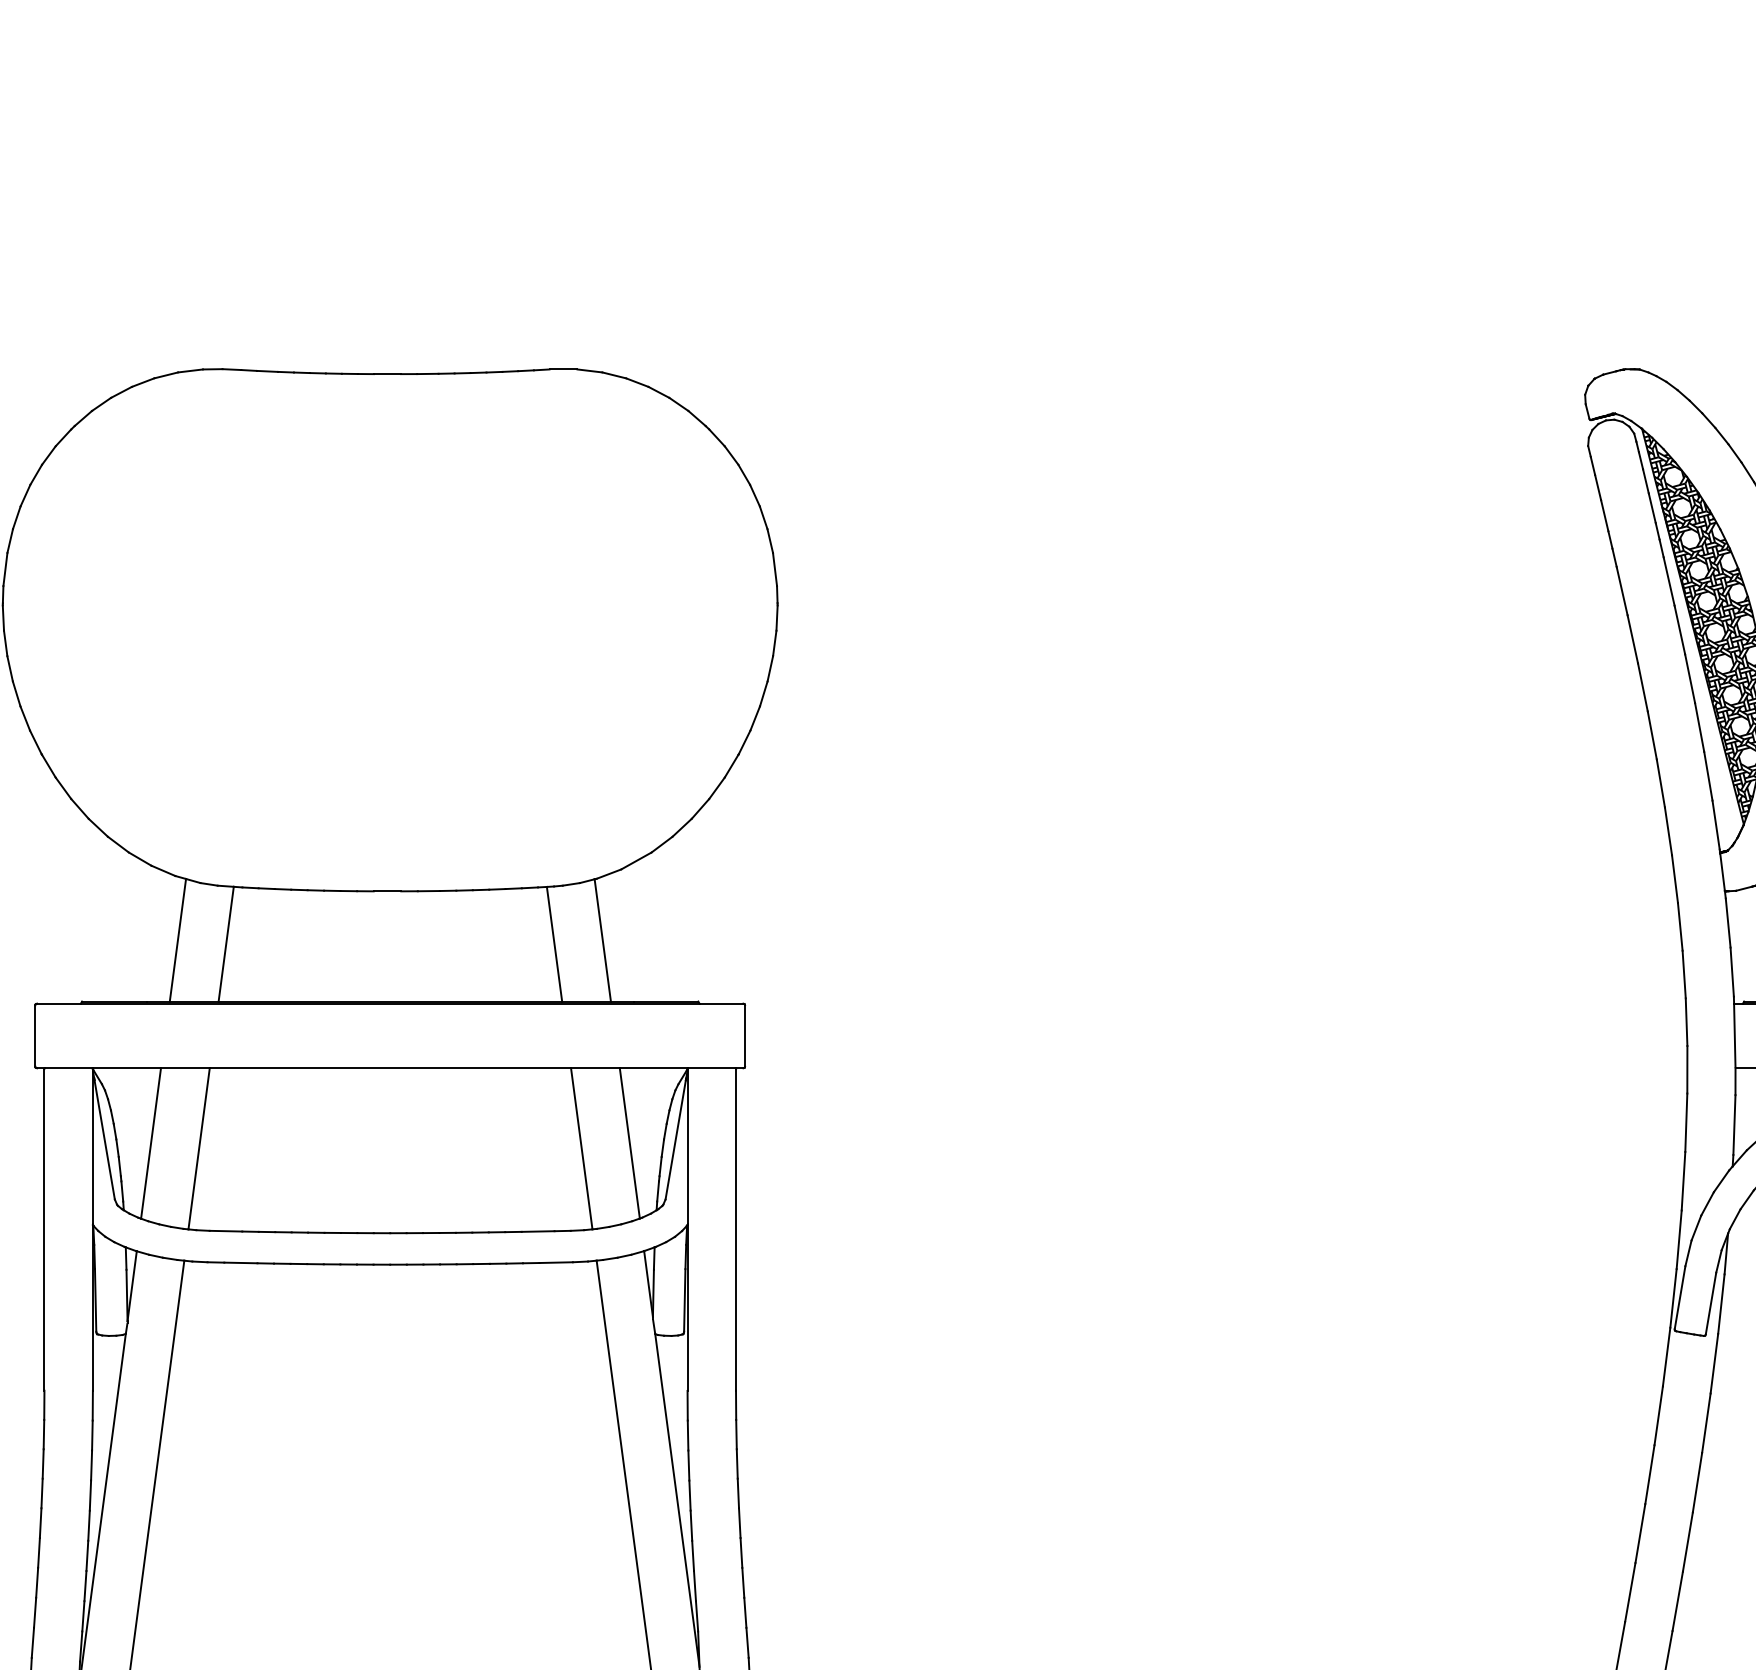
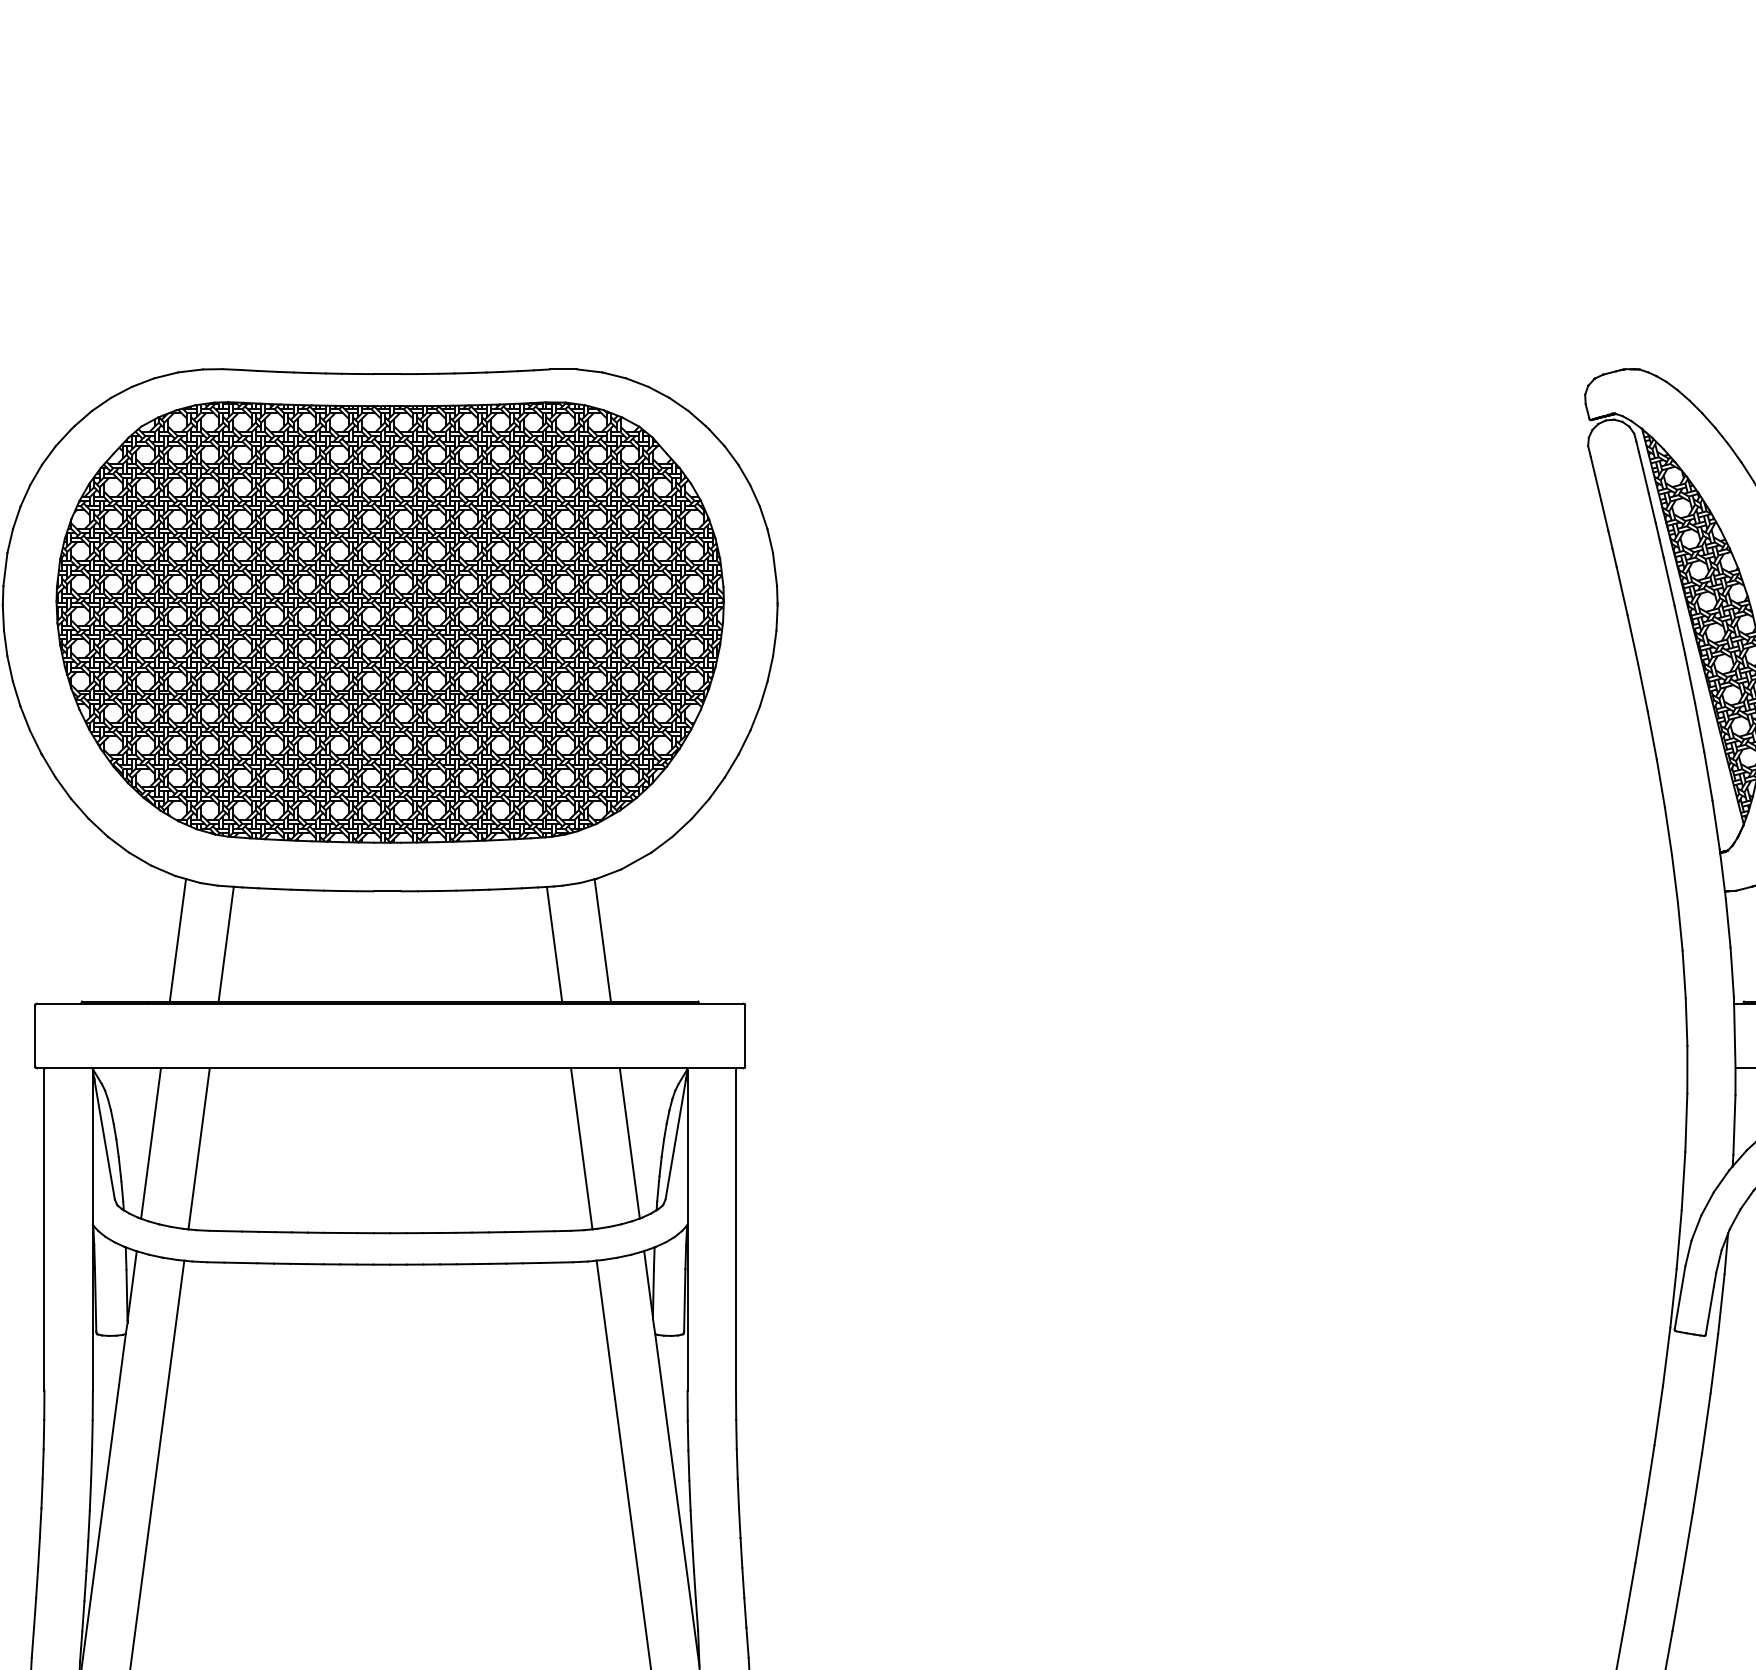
part at (389, 622): none -> present
